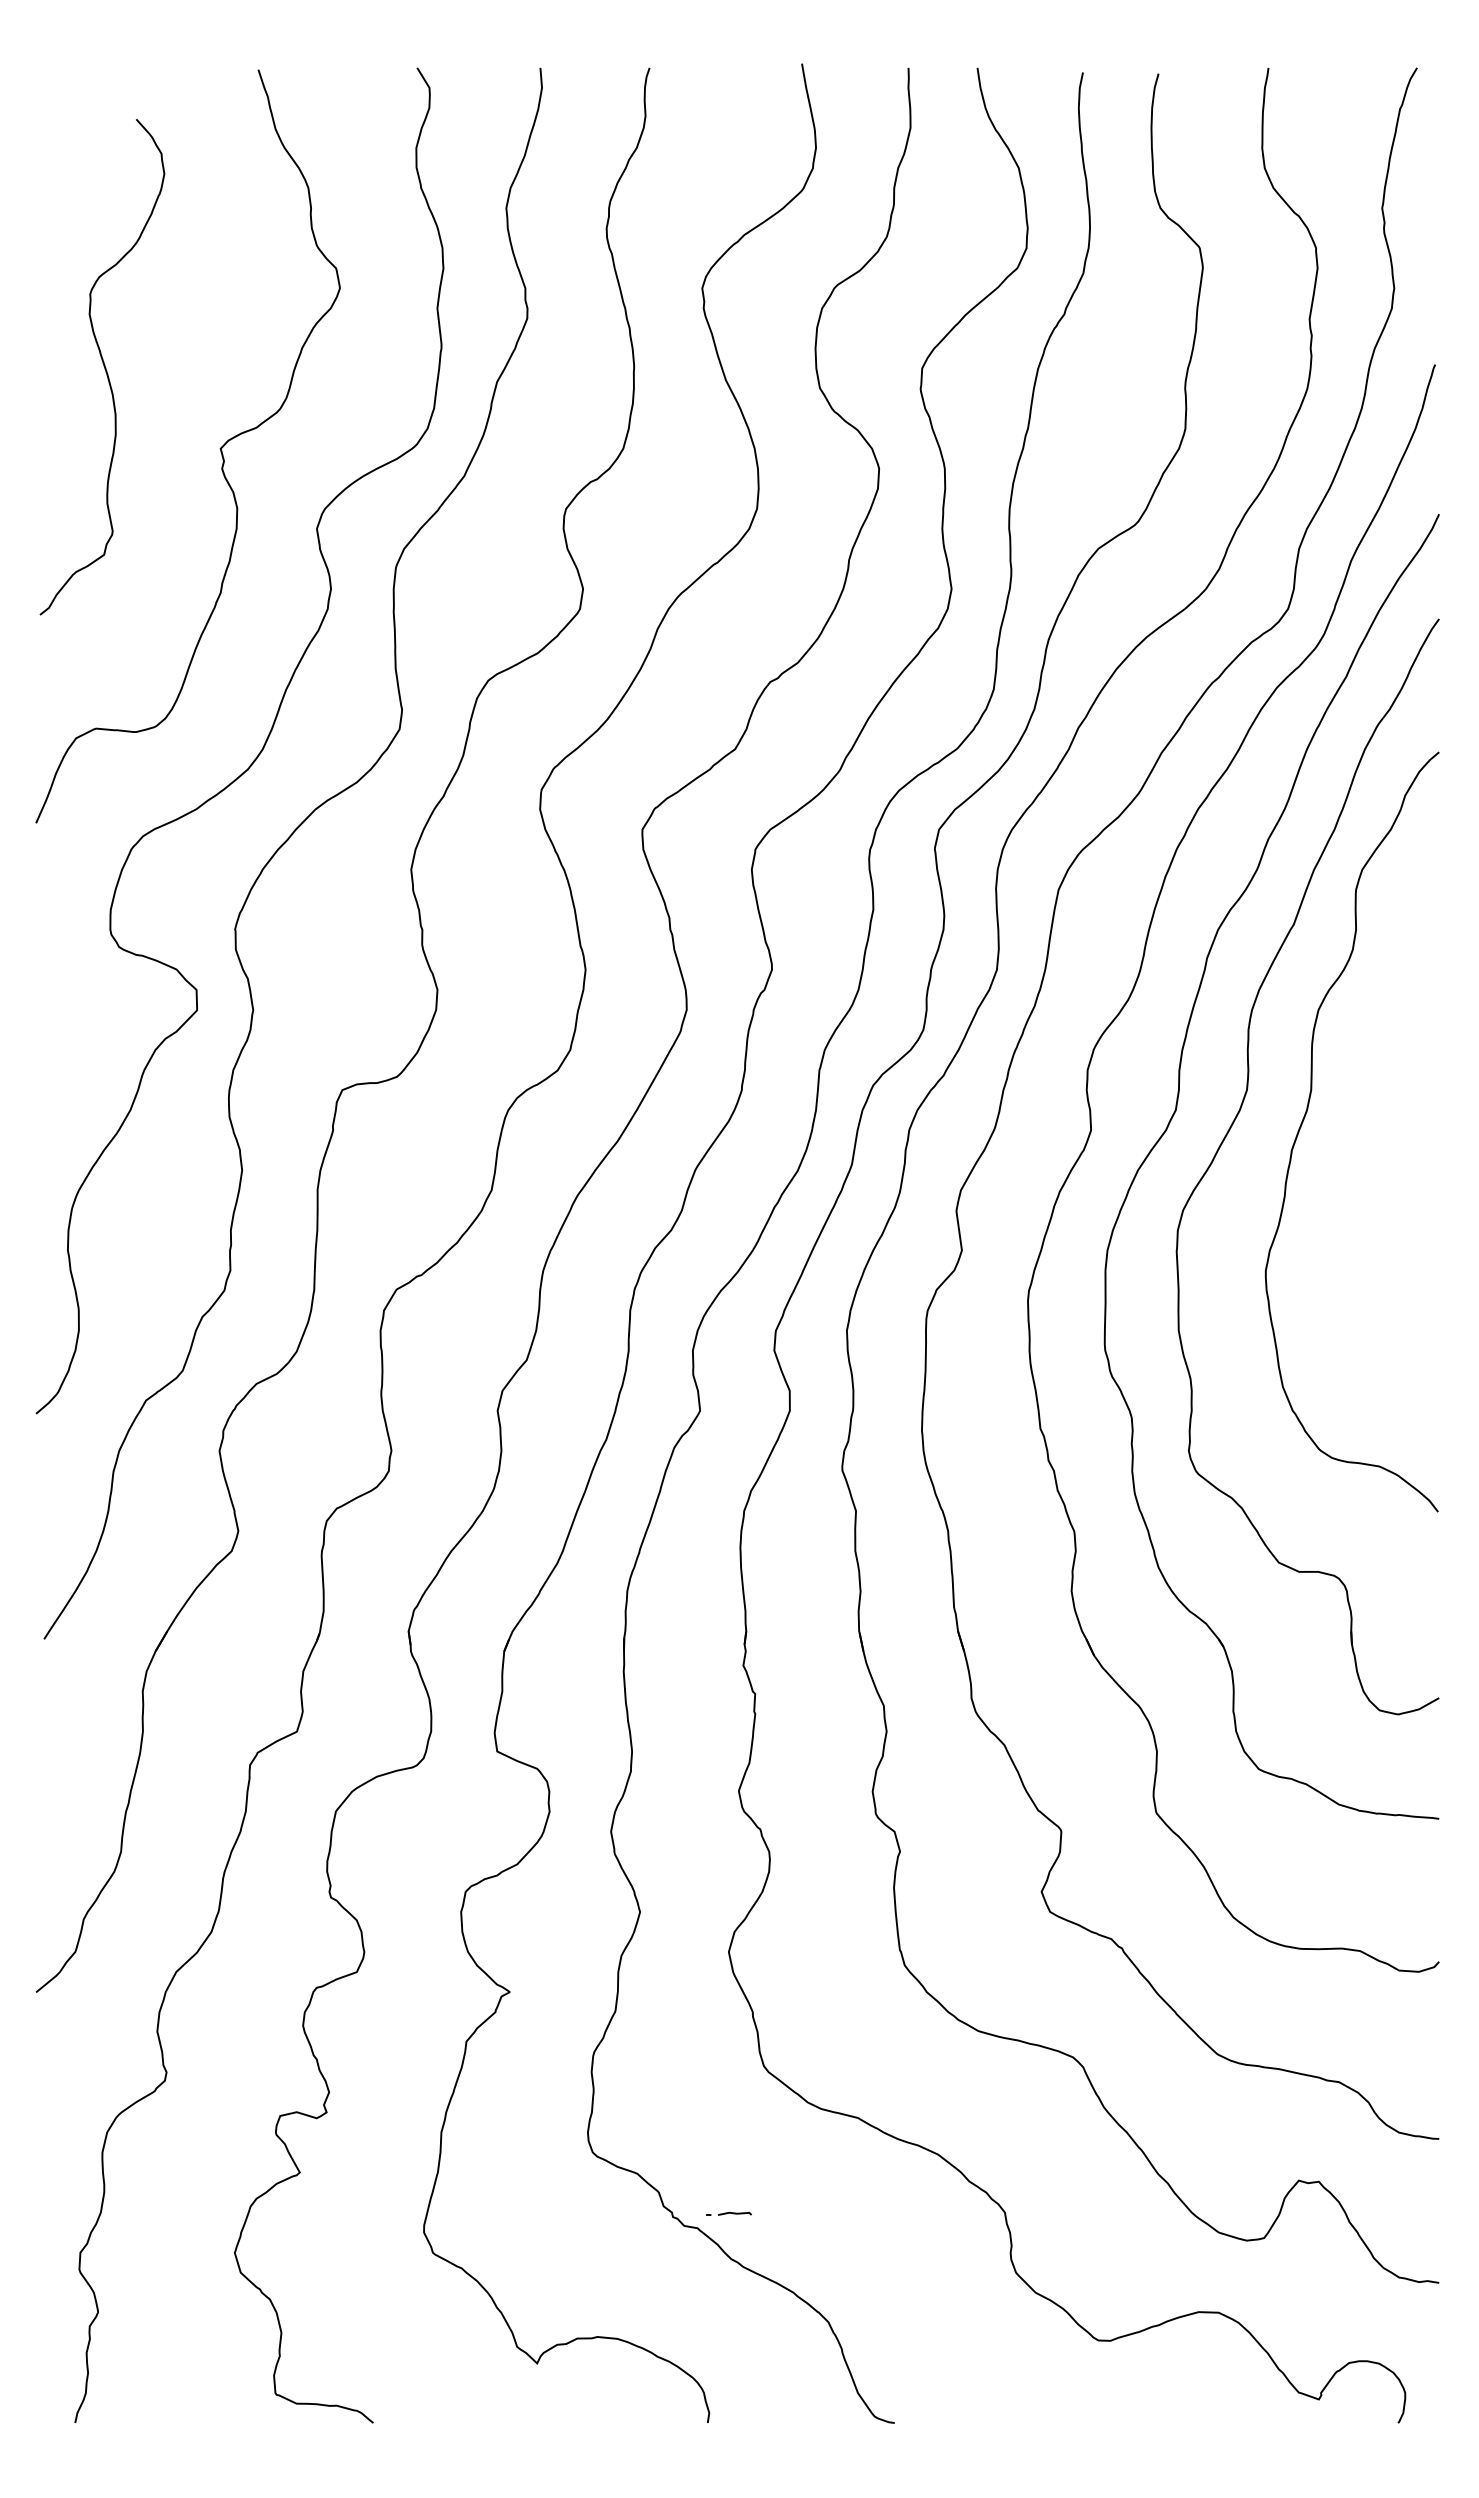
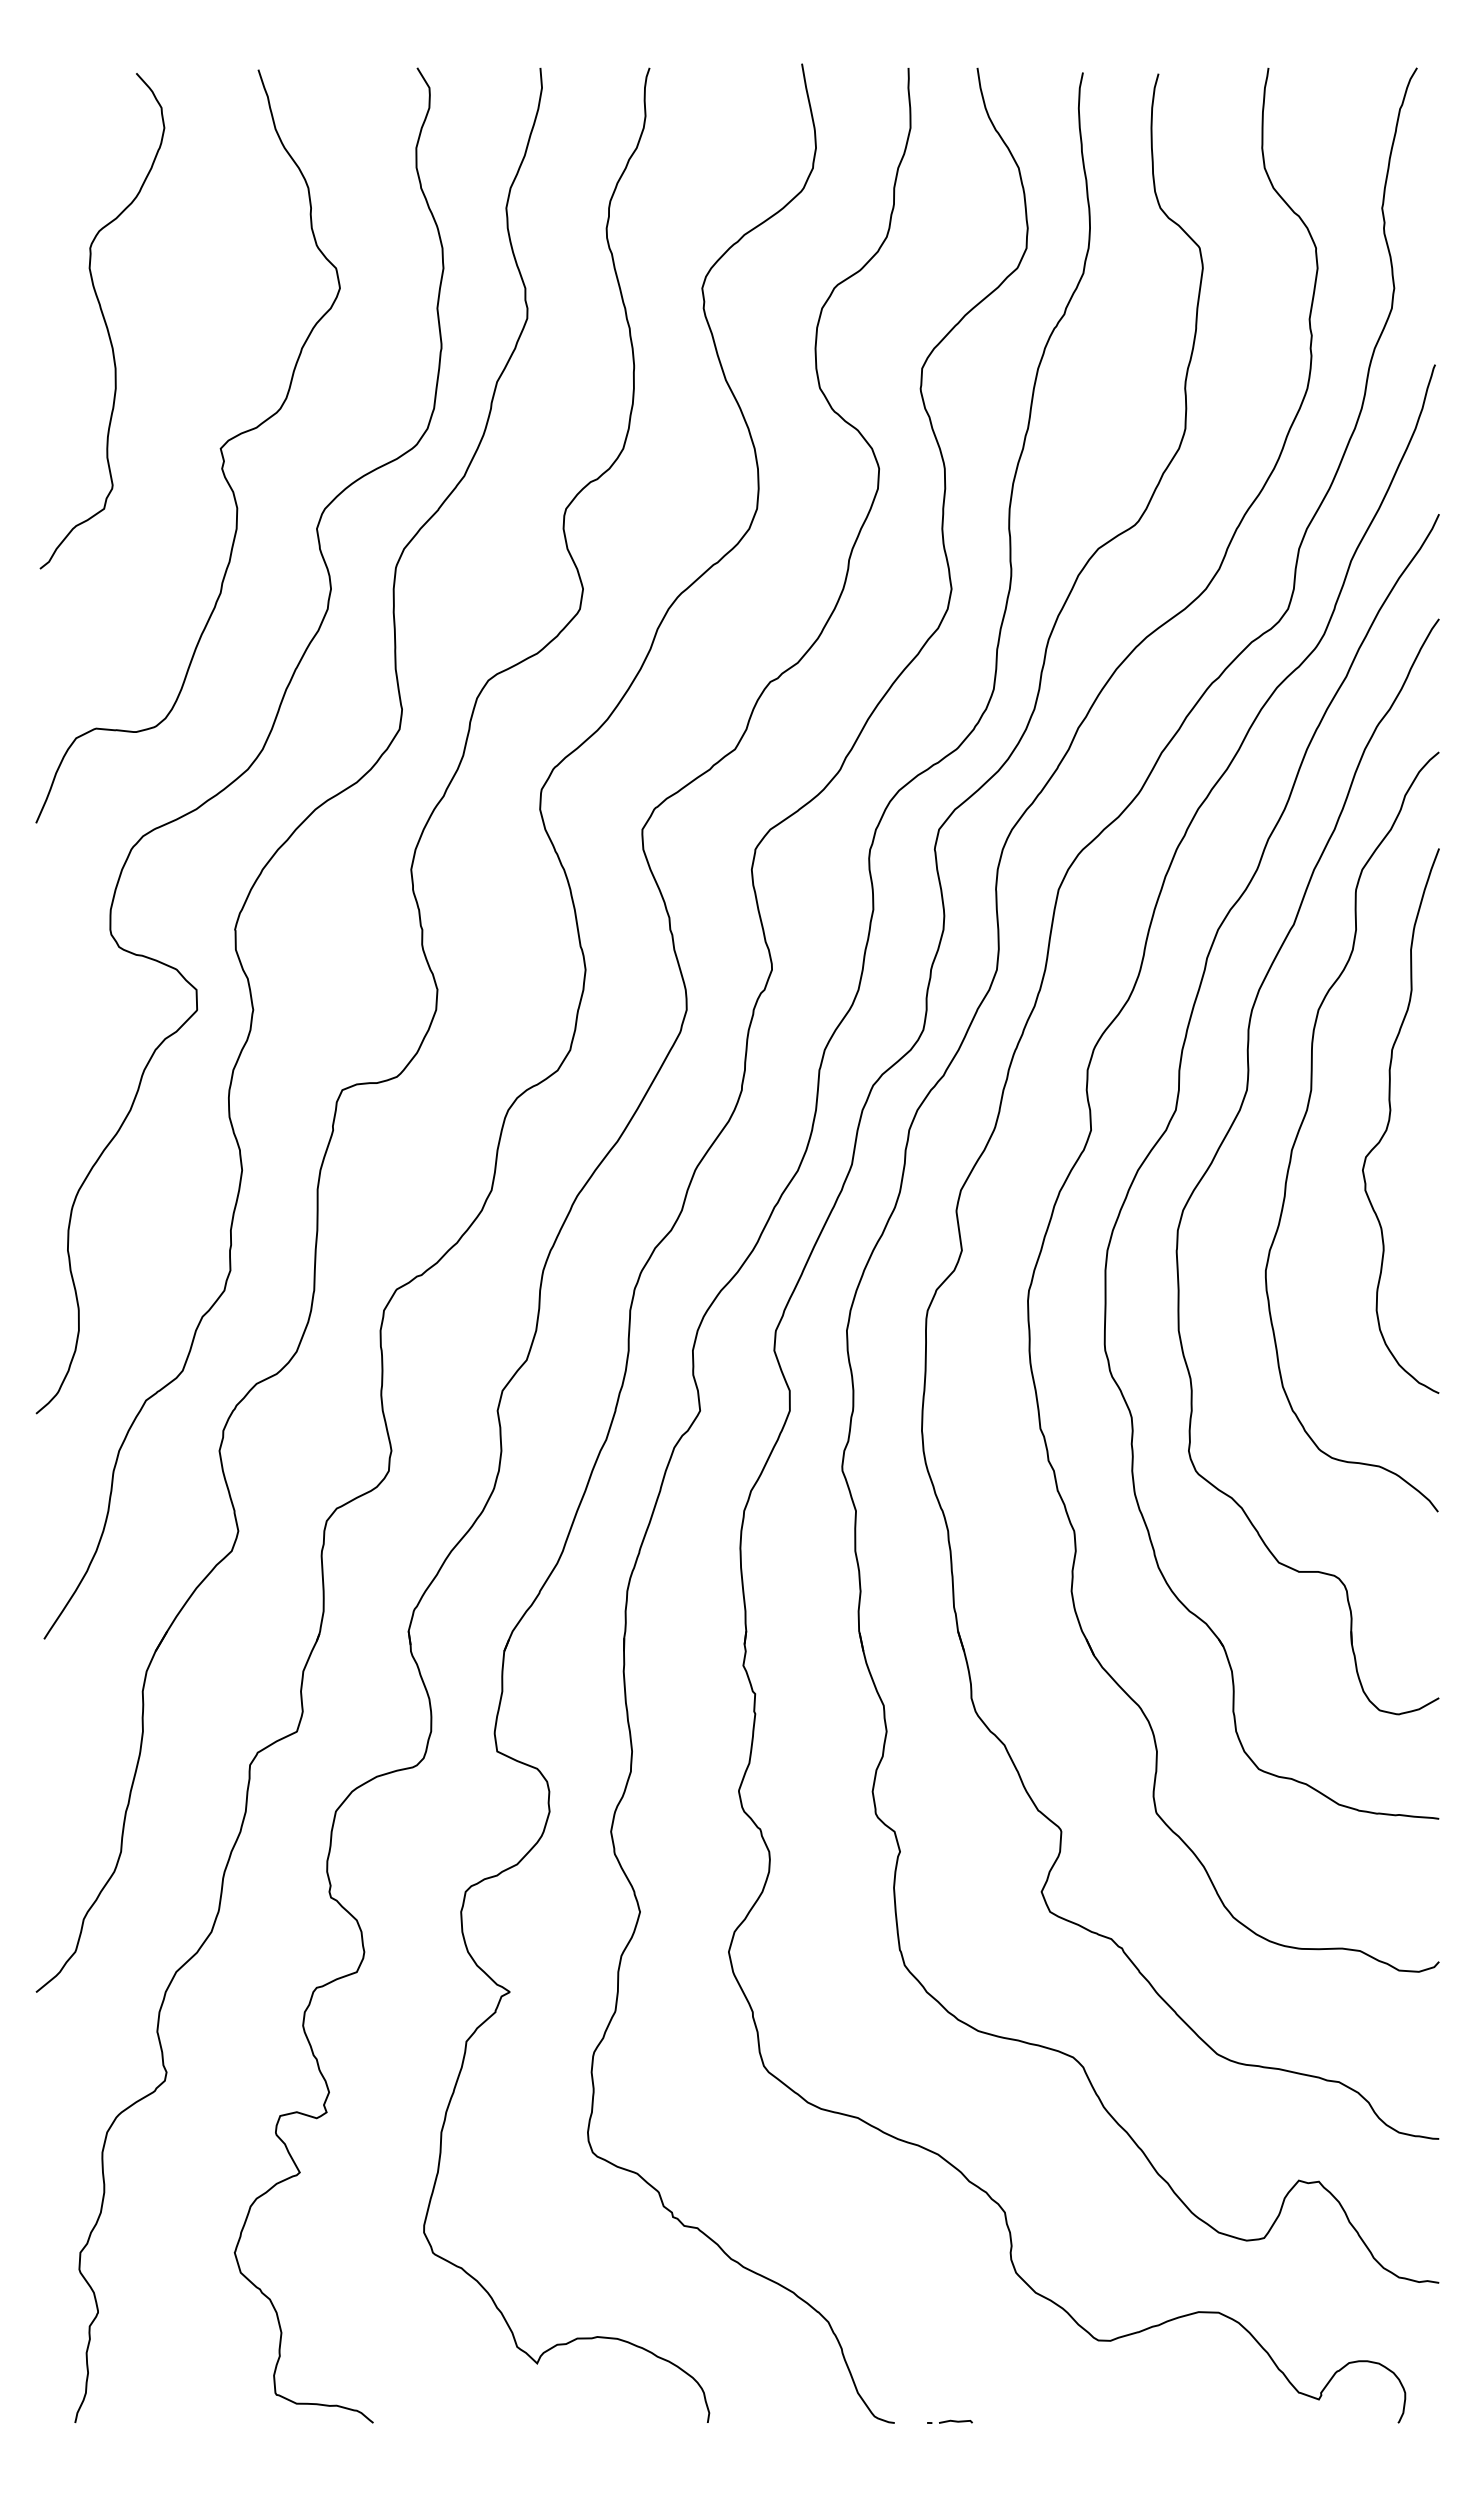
curve at (103, 366) position: (103, 366) -> (103, 320)
curve at (1390, 1120): none -> present
part at (728, 2213) position: (728, 2213) -> (949, 2421)
